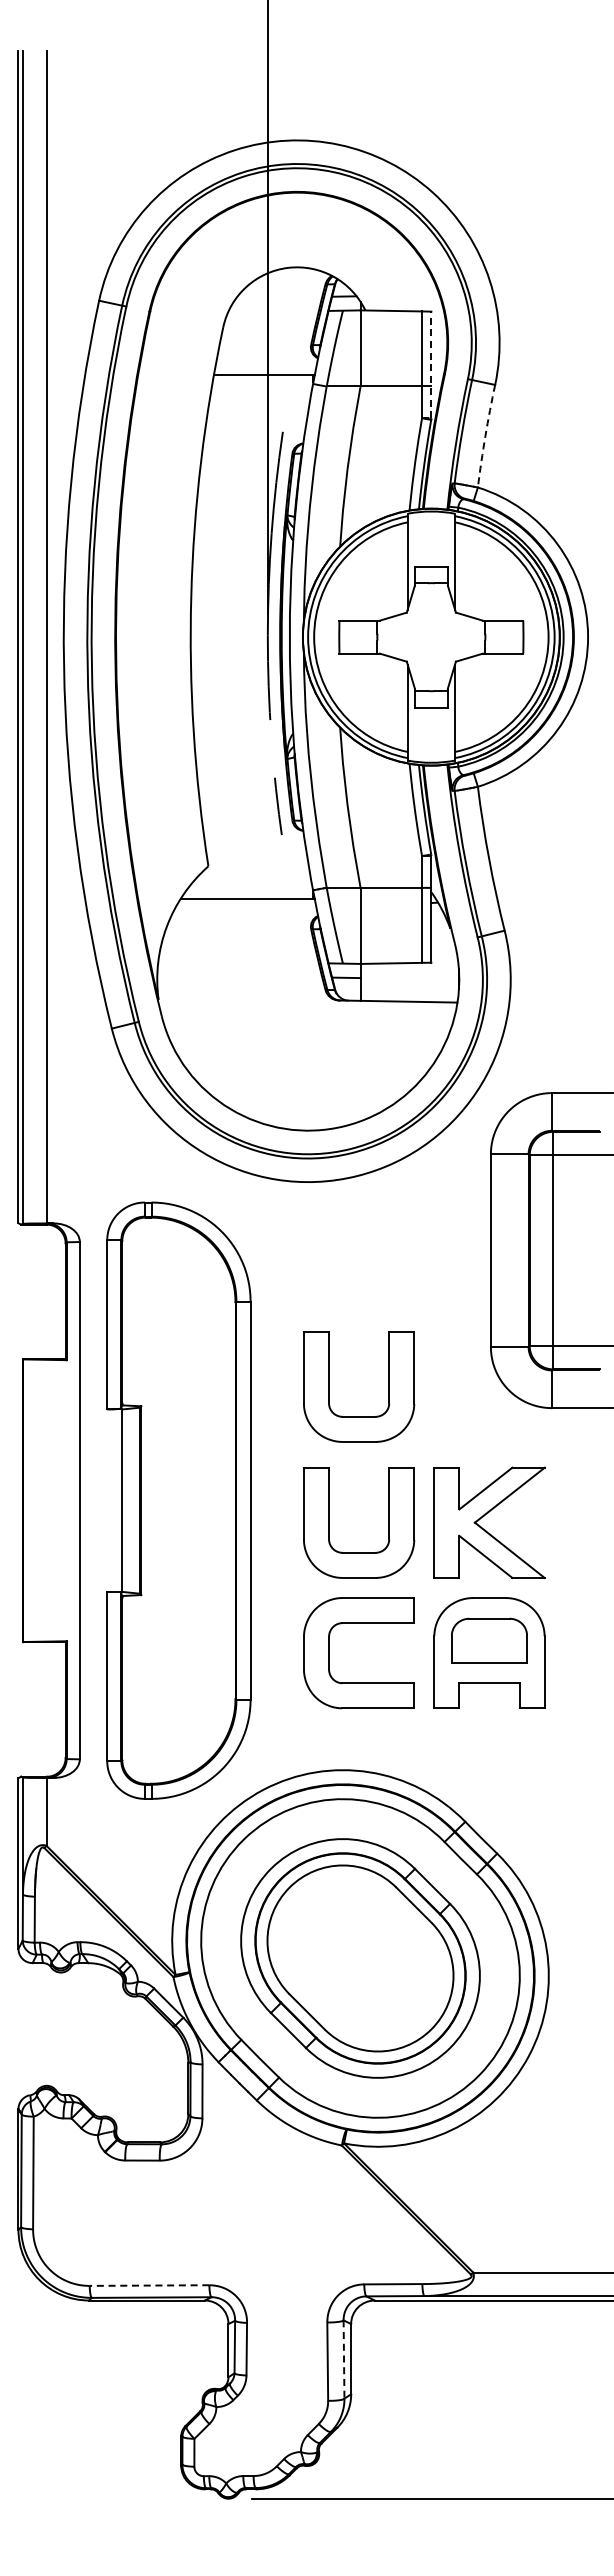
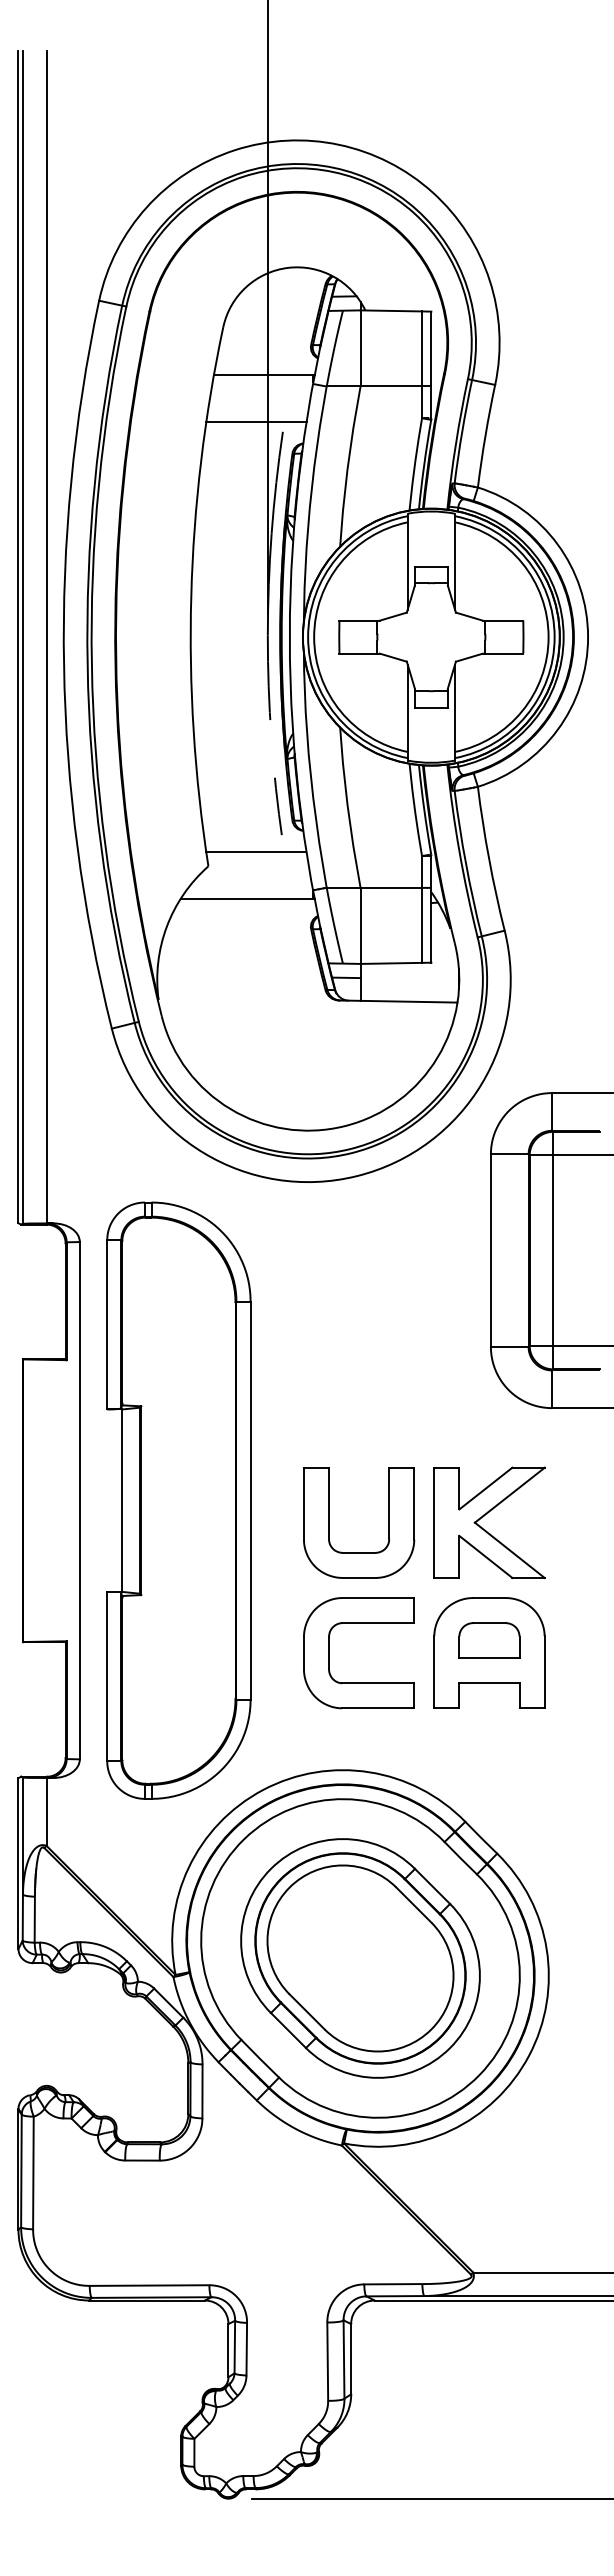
line at (431, 364): dashed -> solid
line at (256, 422): none -> present
arc at (485, 436): dashed -> solid
line at (256, 851): none -> present
part at (388, 1386): present -> none
part at (489, 1640) size: 77x47 px -> 63x37 px
line at (149, 2285): dashed -> solid
line at (344, 2359): dashed -> solid
